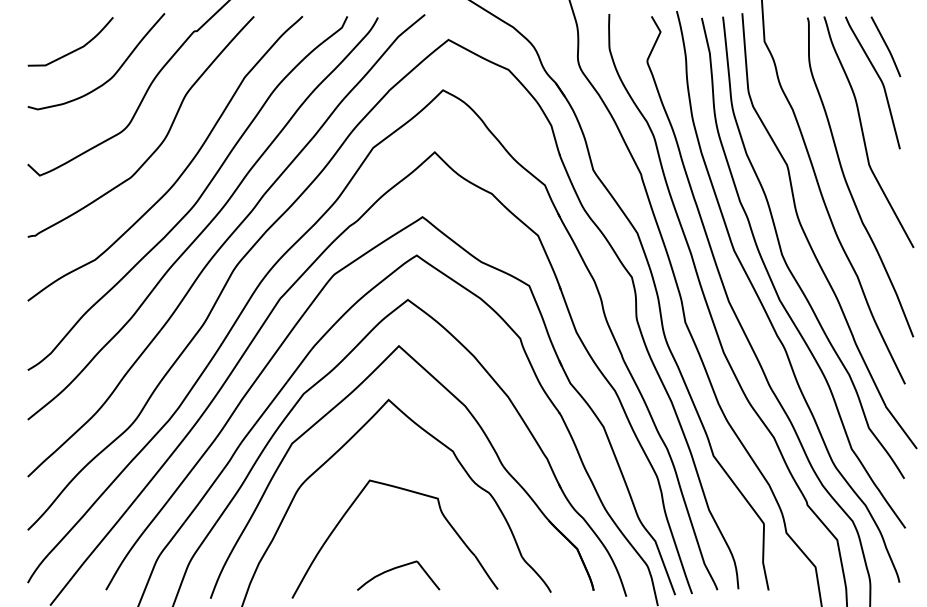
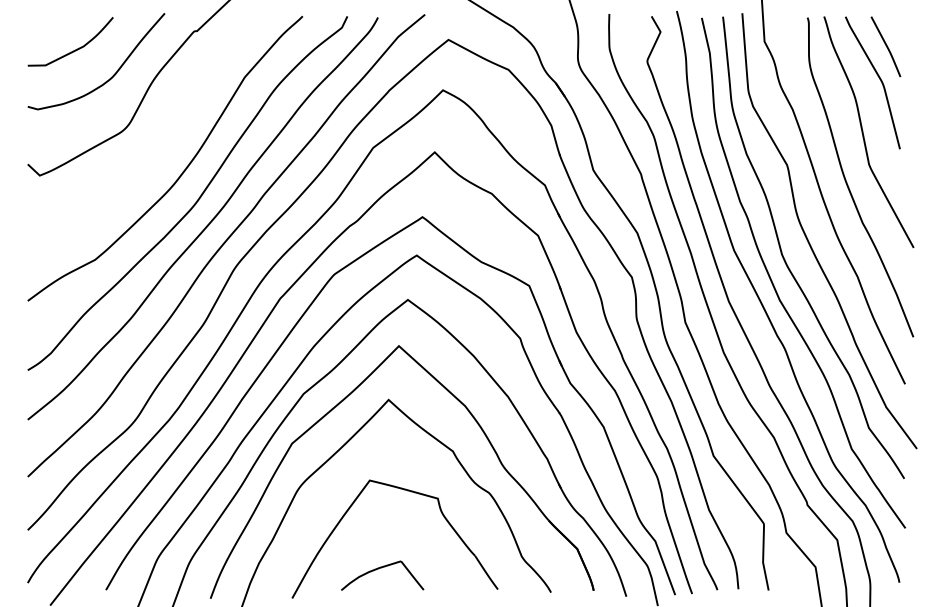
curve at (162, 140): present -> none
part at (397, 568) position: (397, 568) -> (381, 568)
